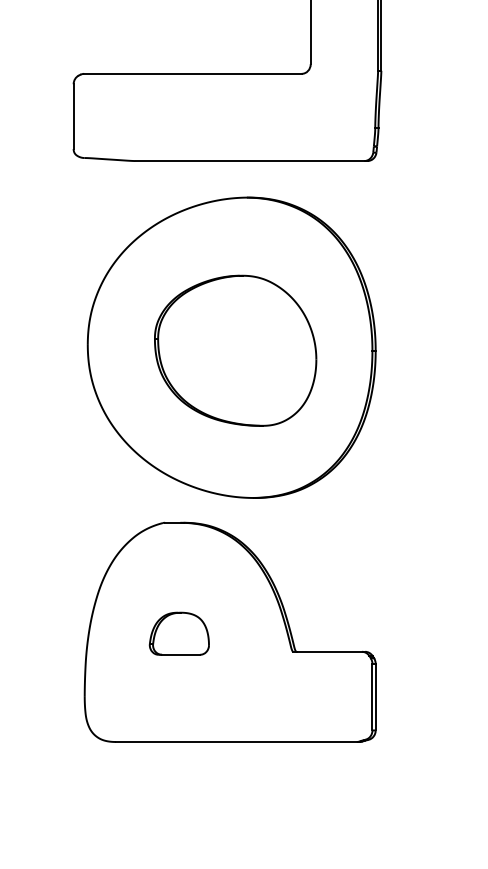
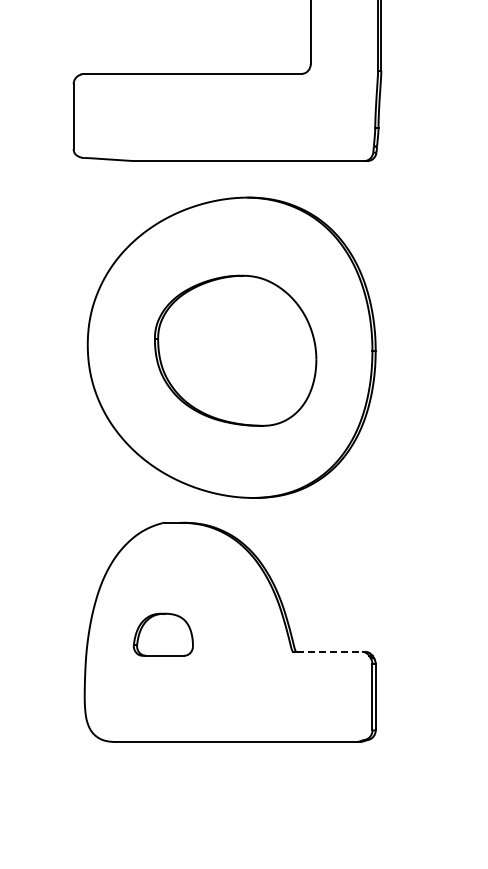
part at (178, 633) position: (178, 633) -> (162, 634)
line at (331, 651): solid -> dashed
